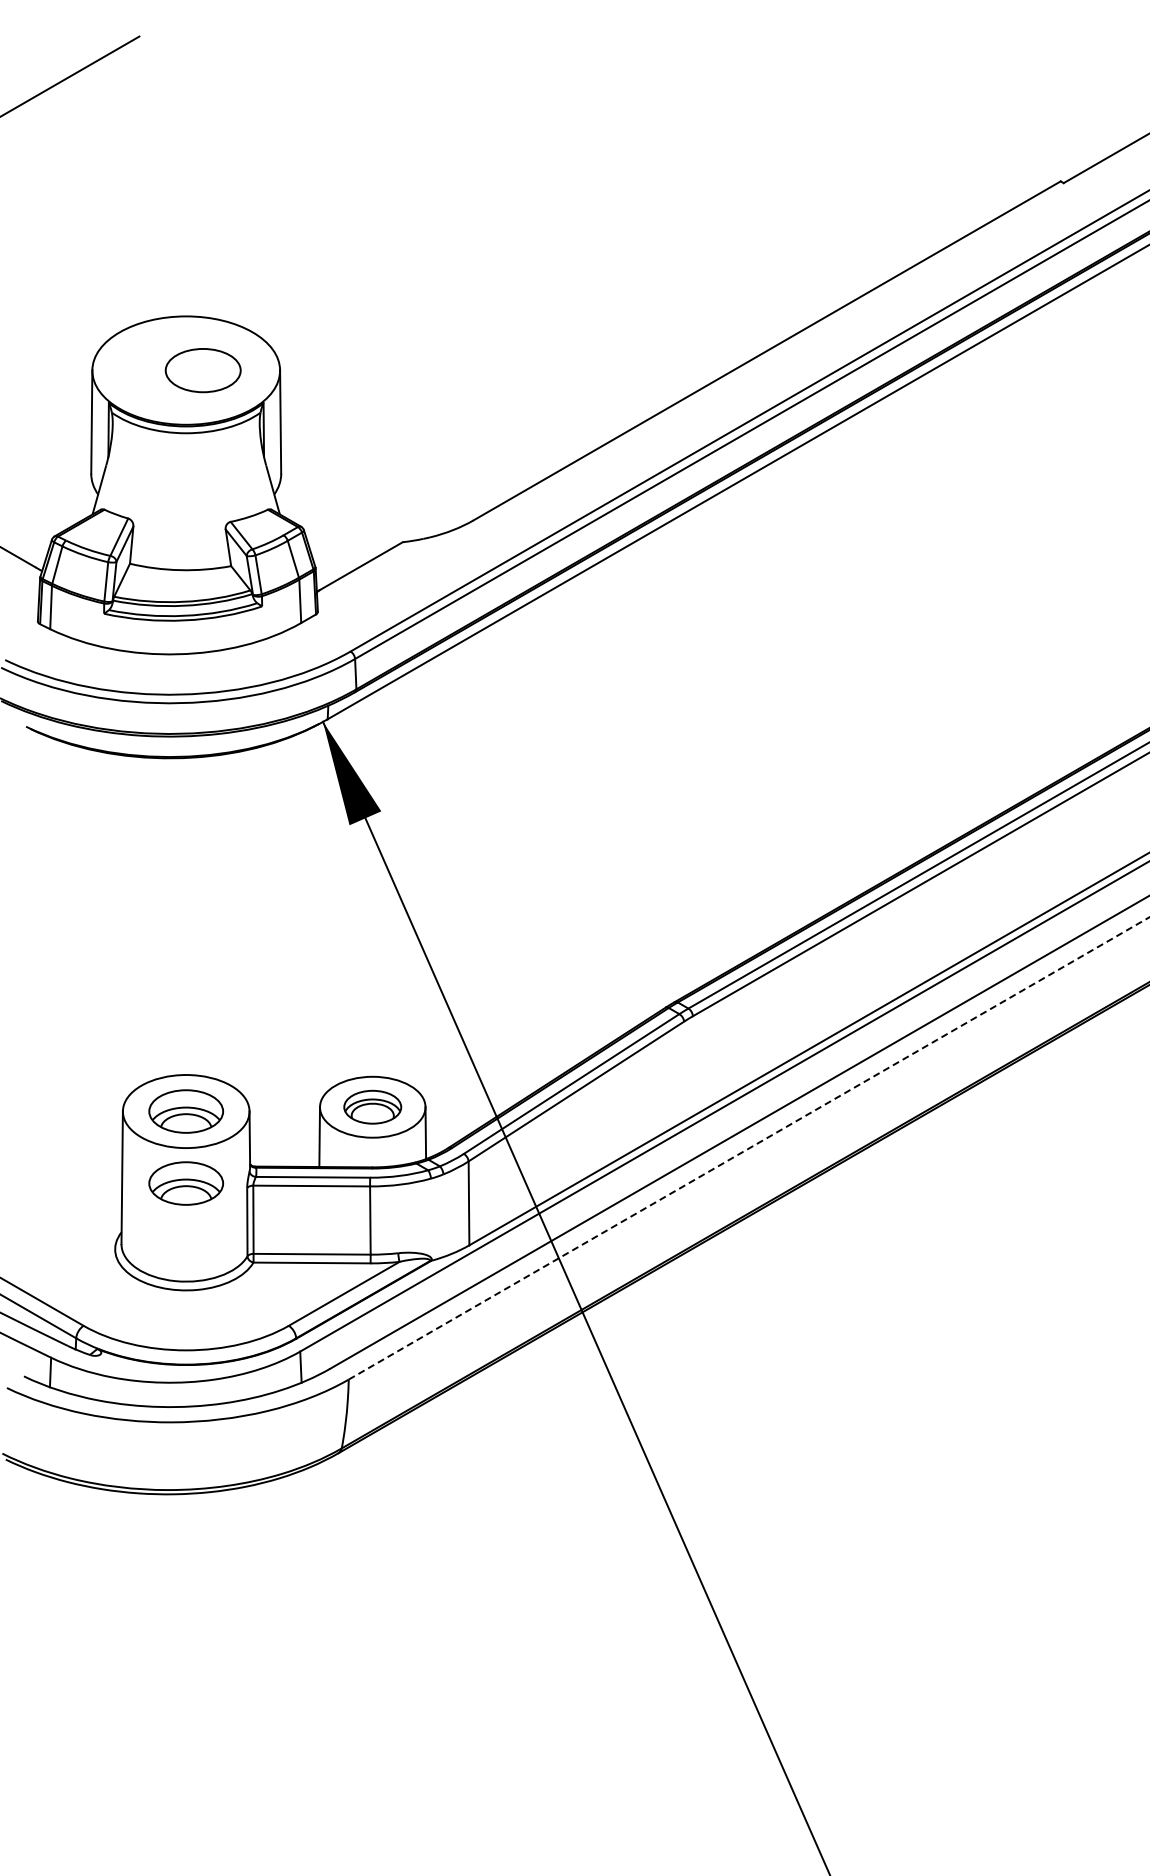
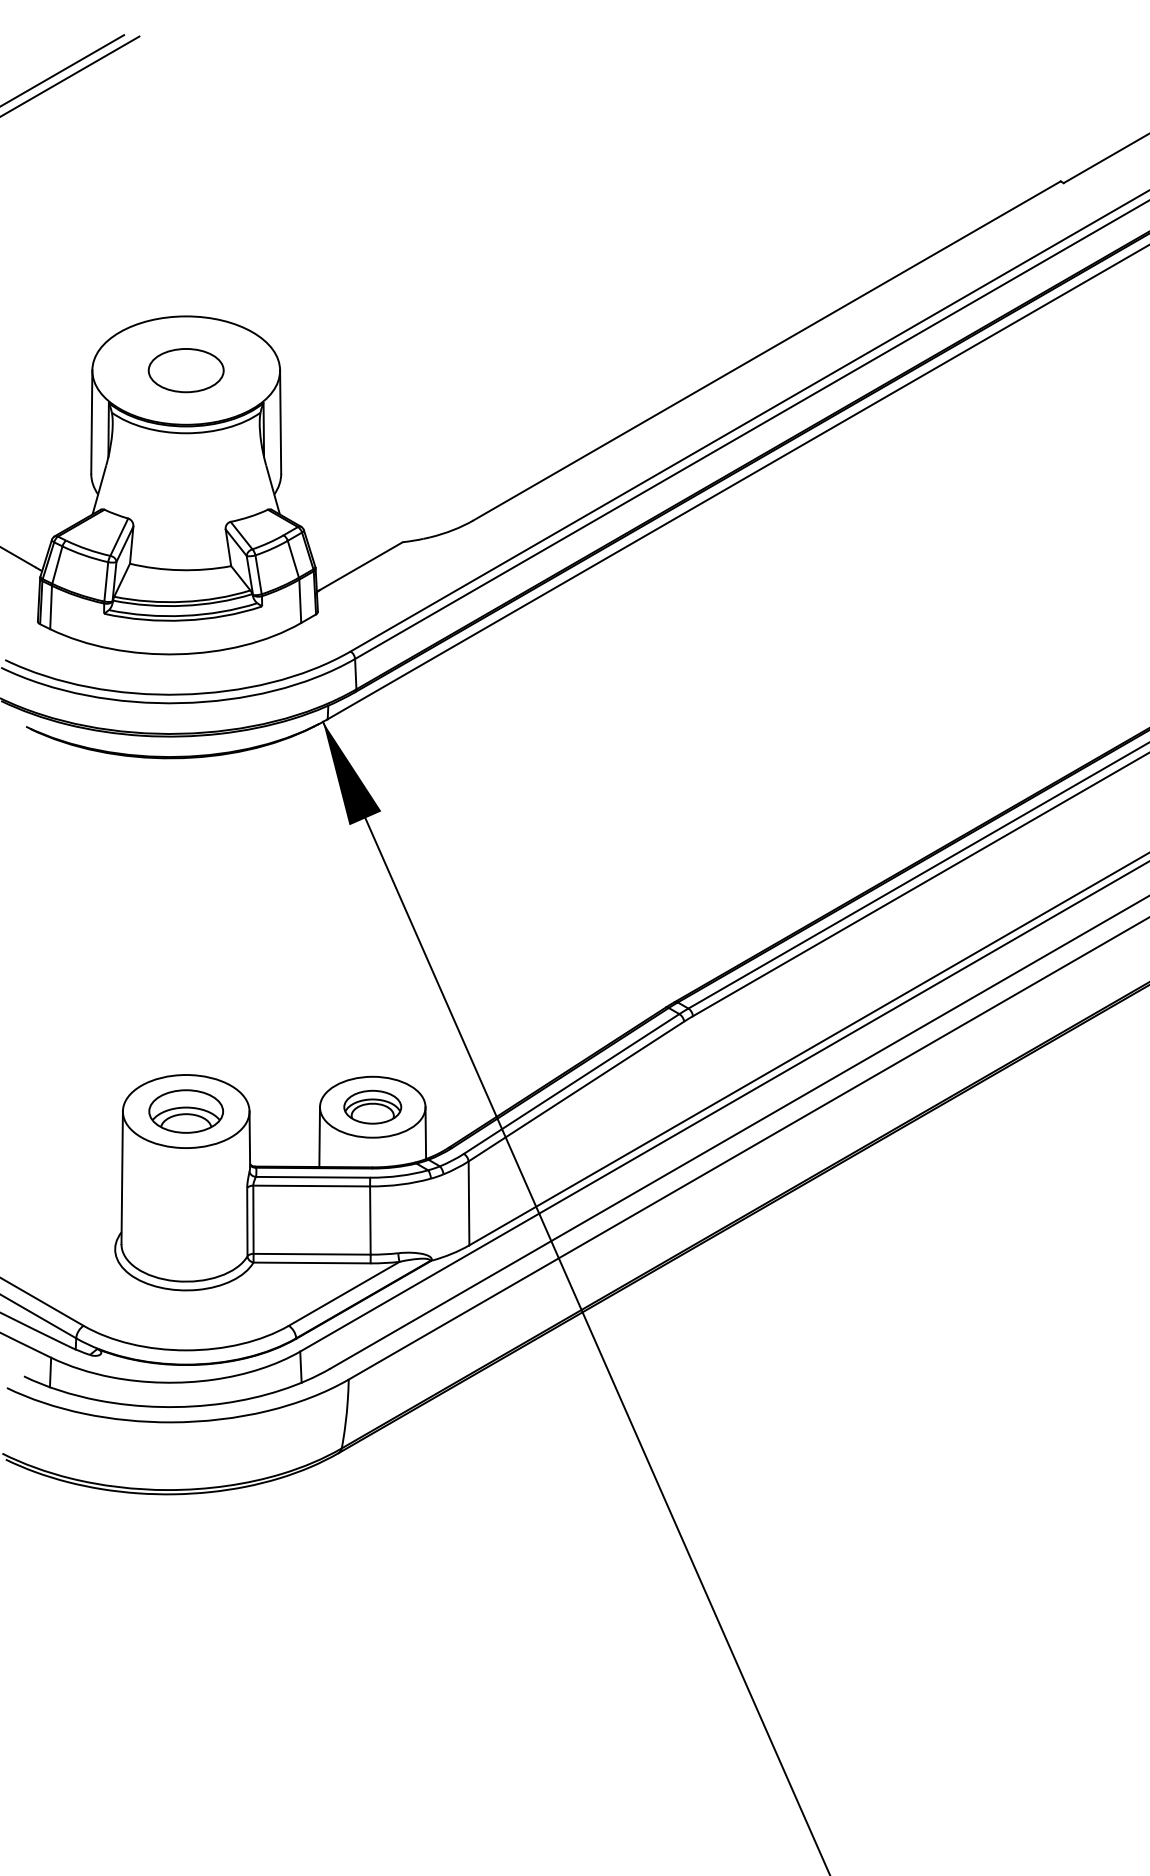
line at (63, 70): none -> present
part at (202, 370) position: (202, 370) -> (185, 370)
line at (749, 1148): dashed -> solid
part at (185, 1183): present -> none
